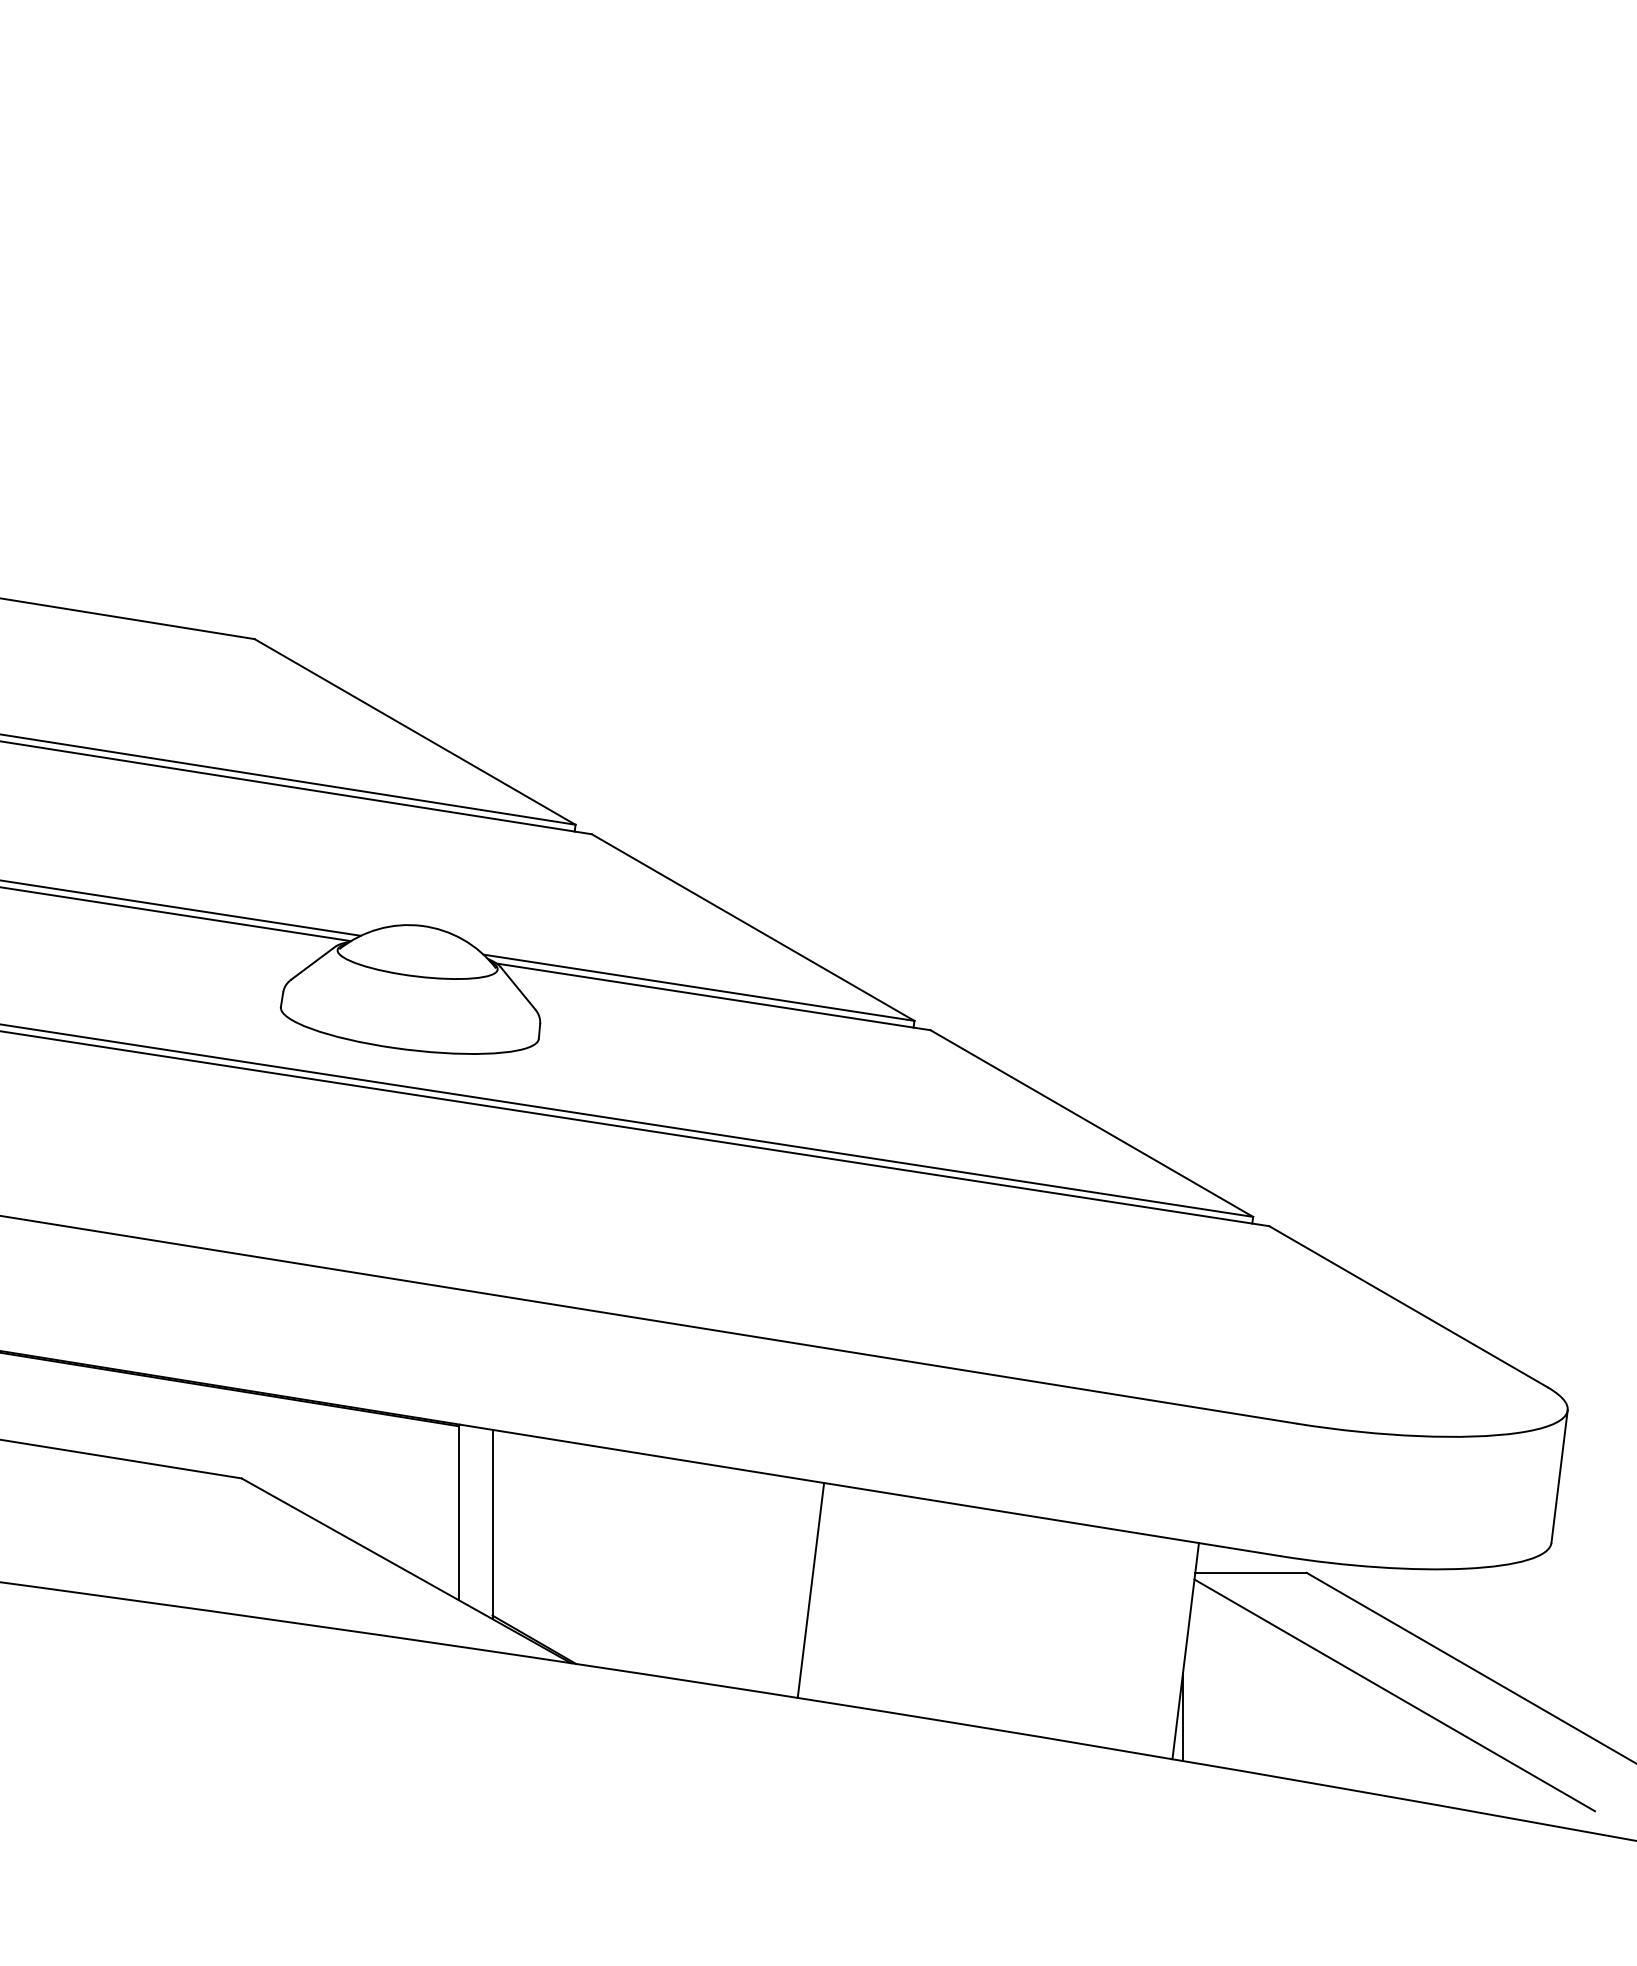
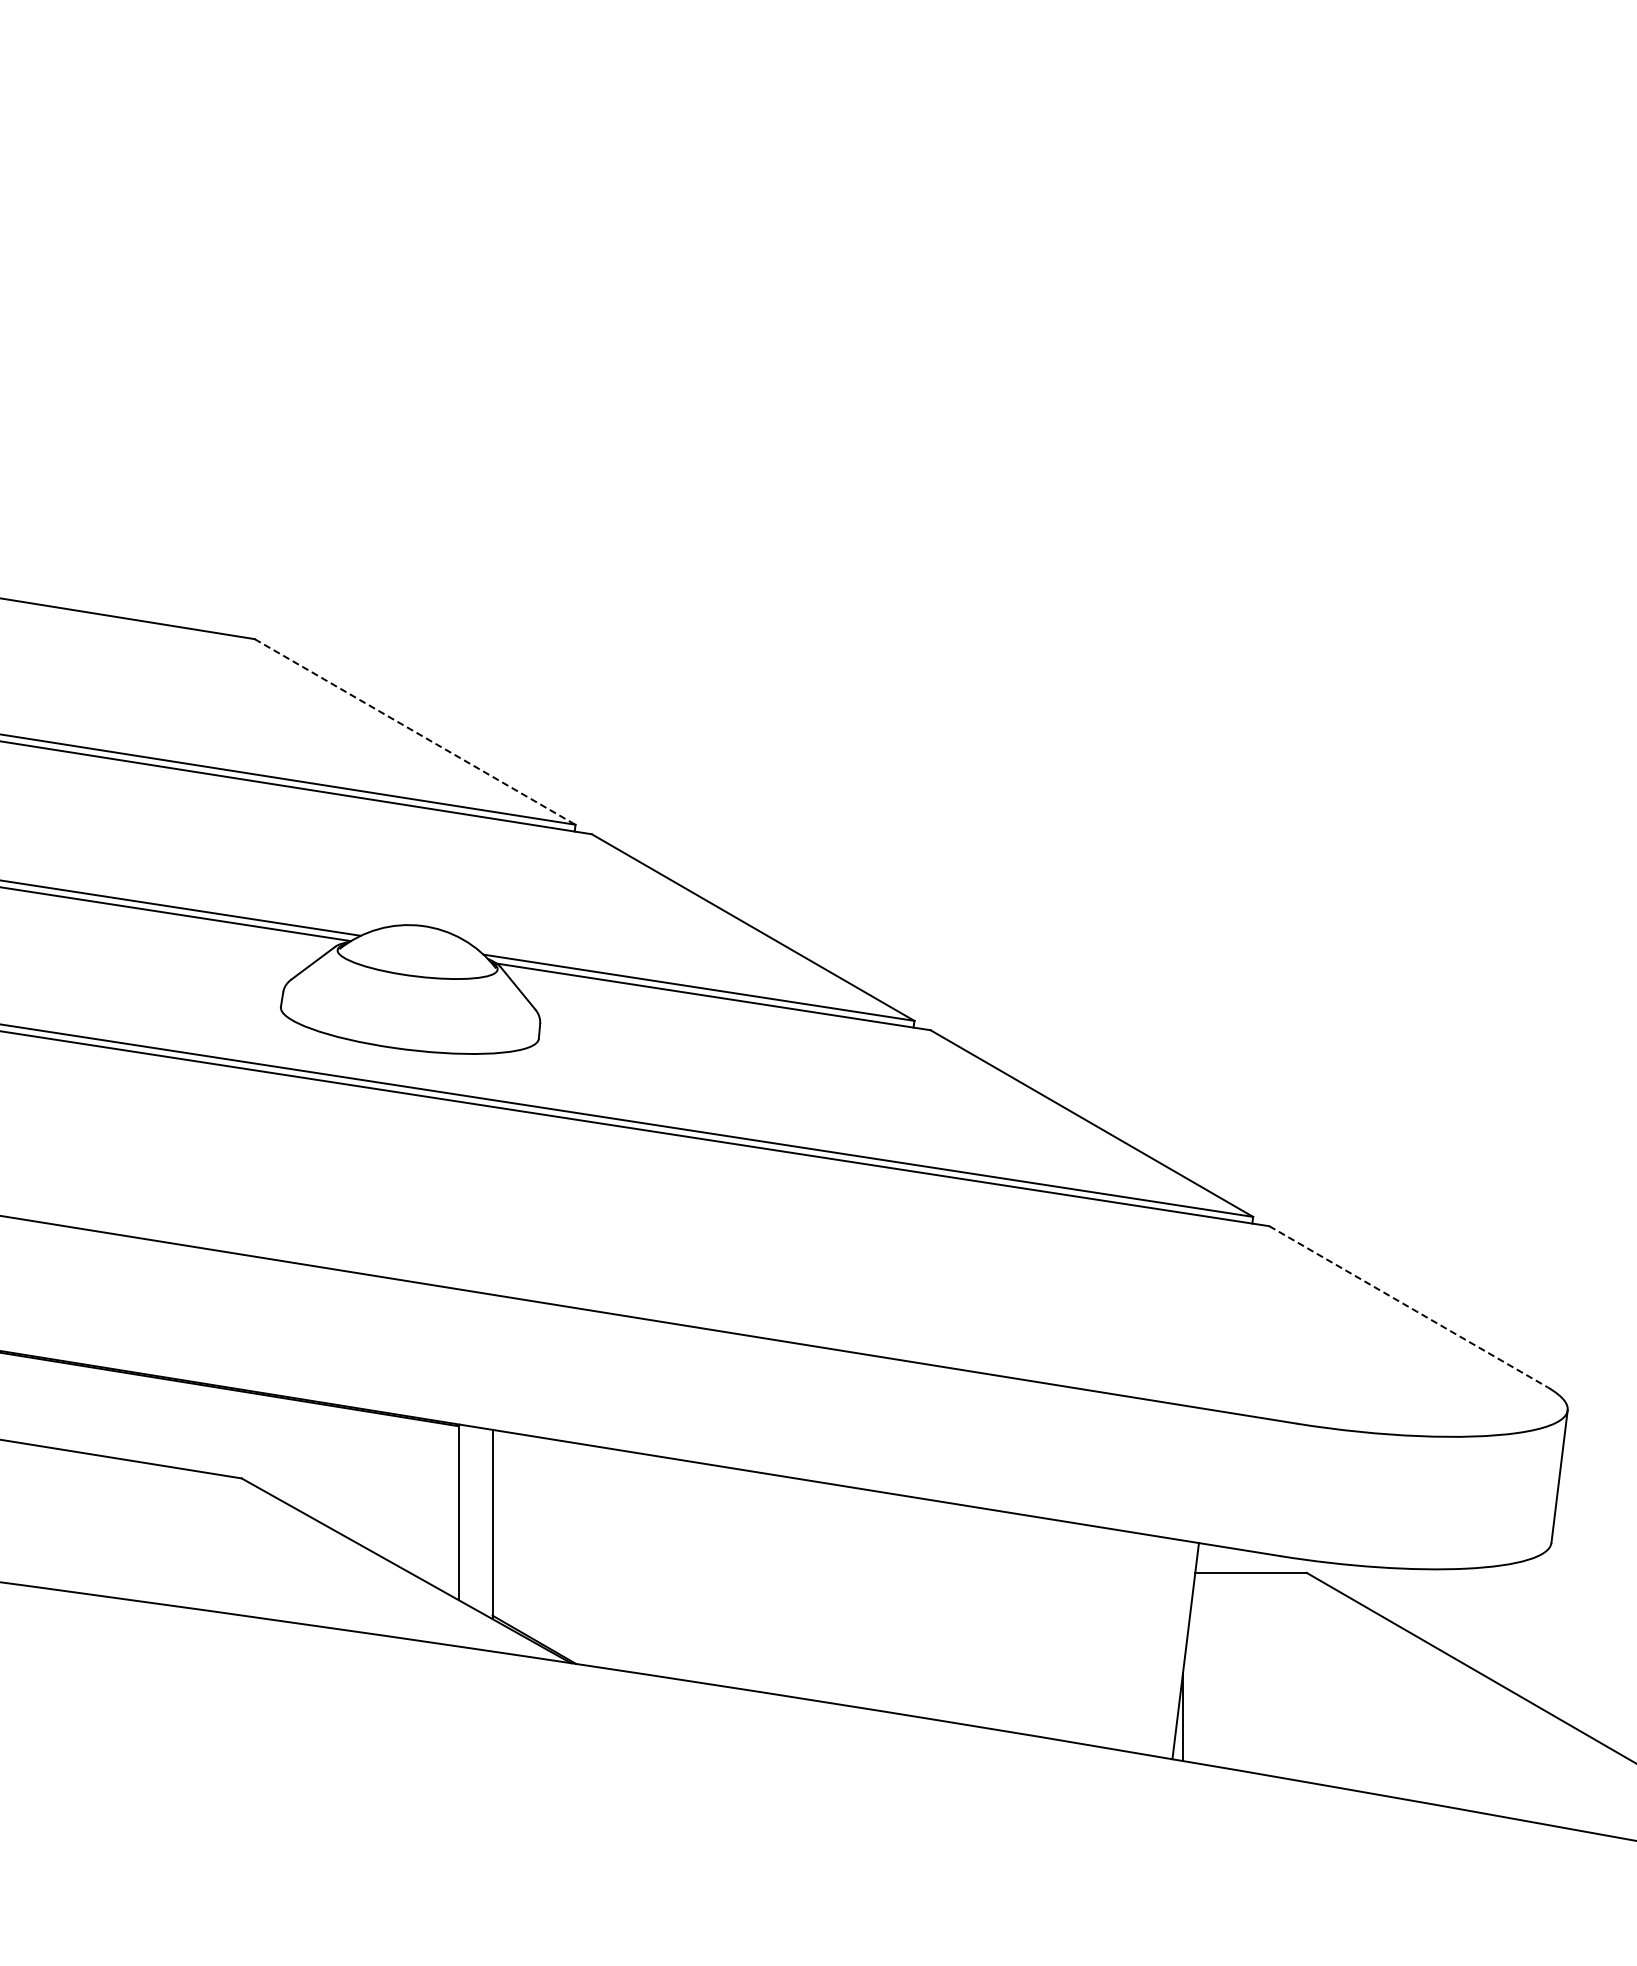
line at (415, 732): solid -> dashed
line at (1408, 1306): solid -> dashed
line at (810, 1590): present -> none
line at (1394, 1695): present -> none
